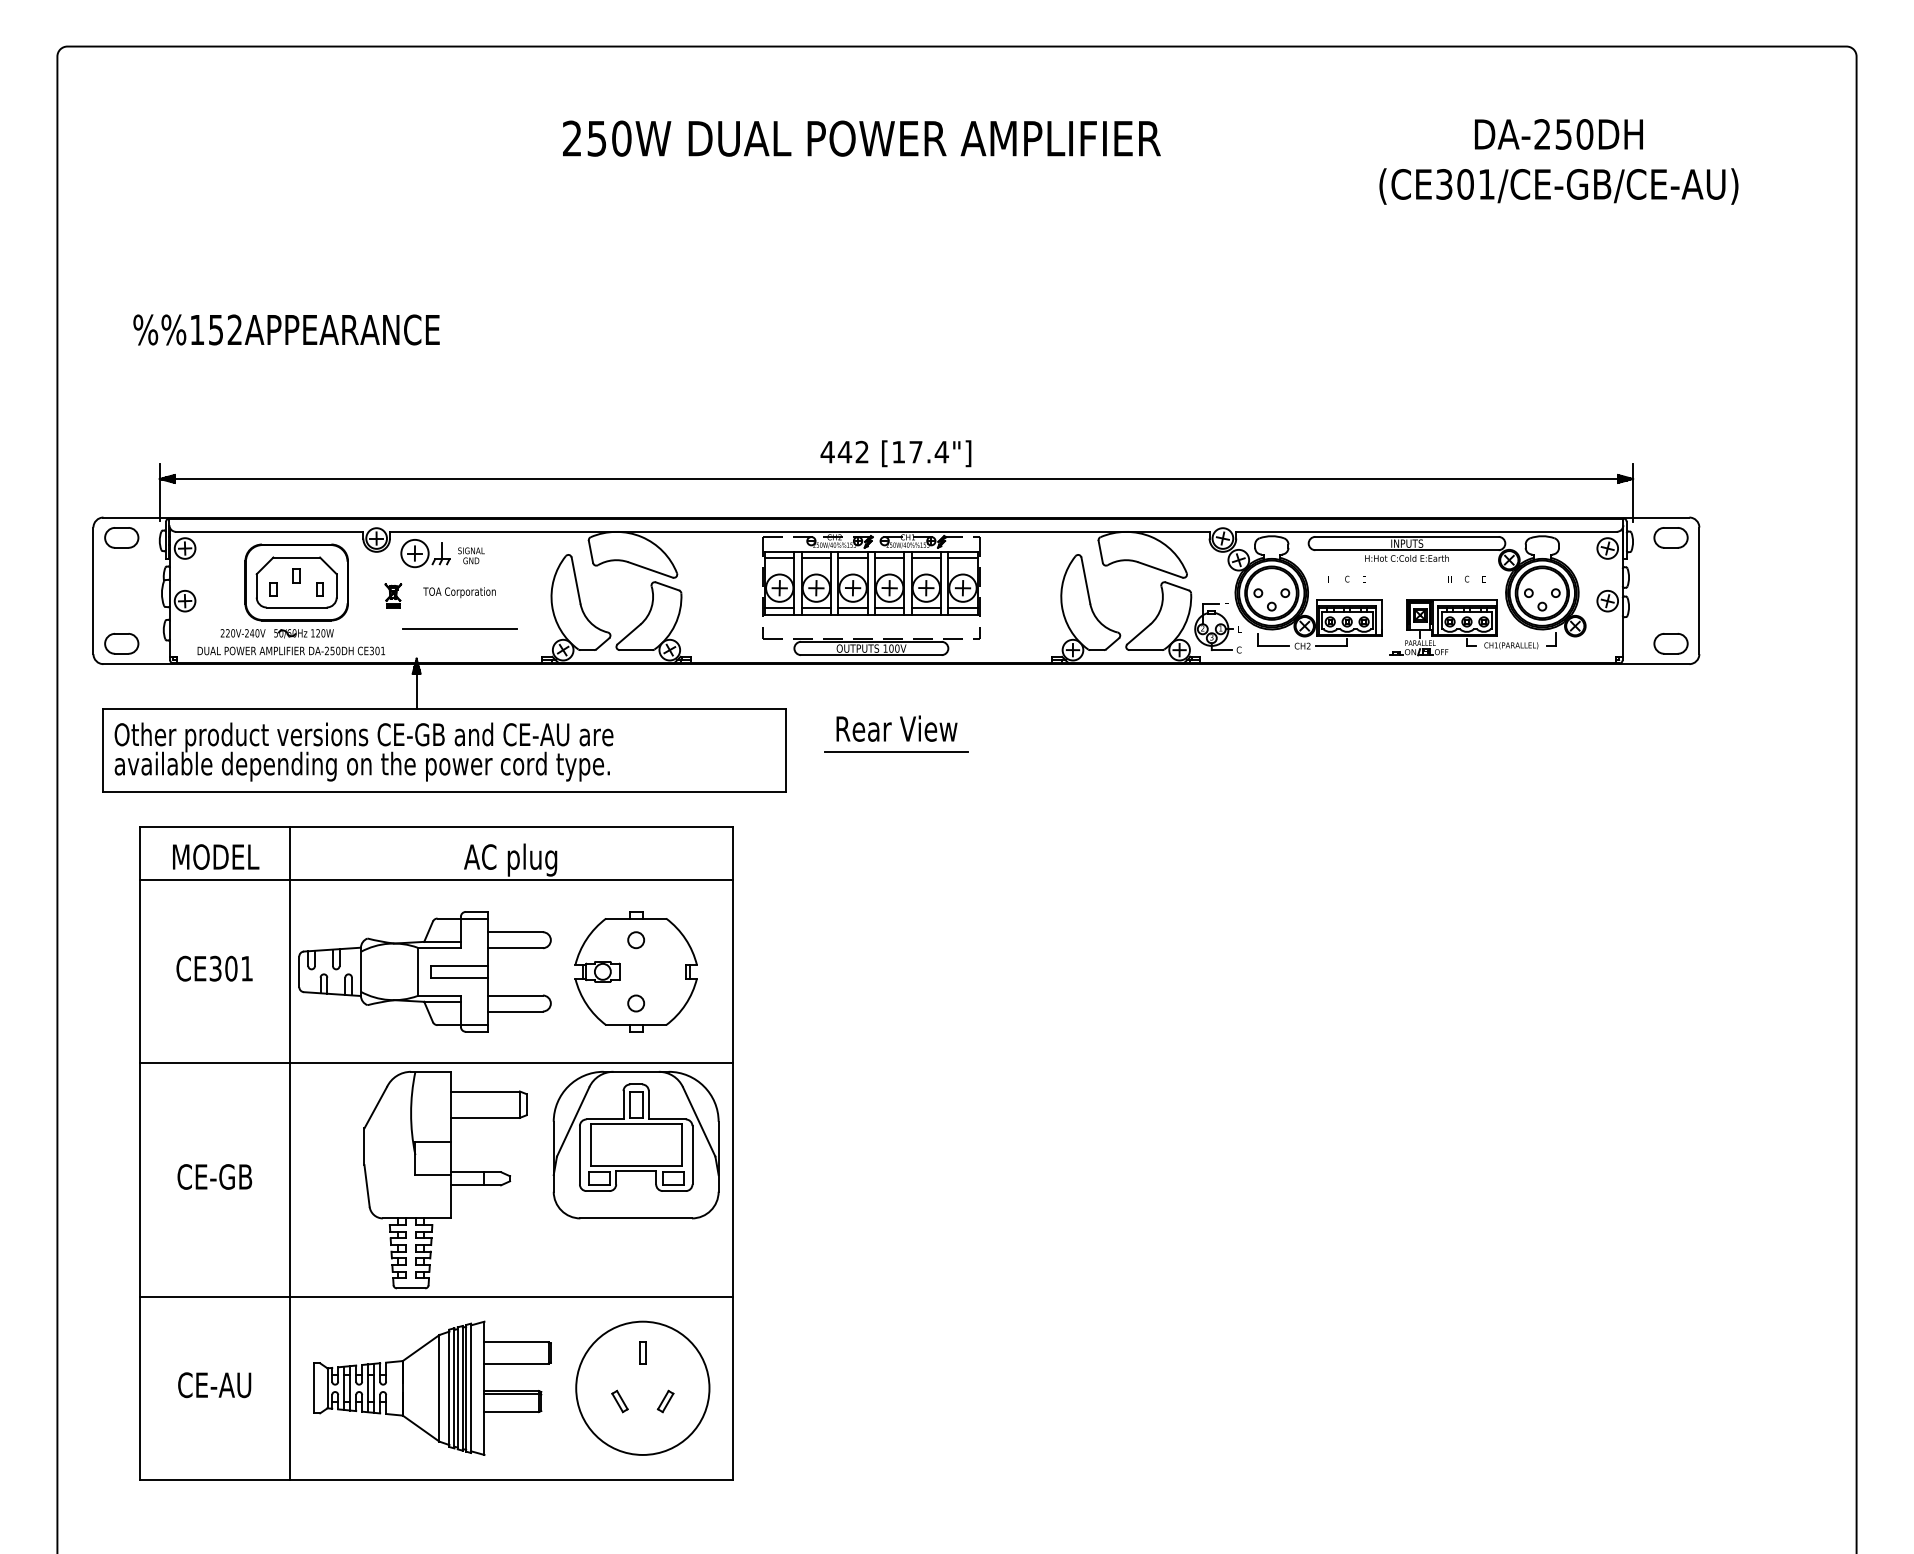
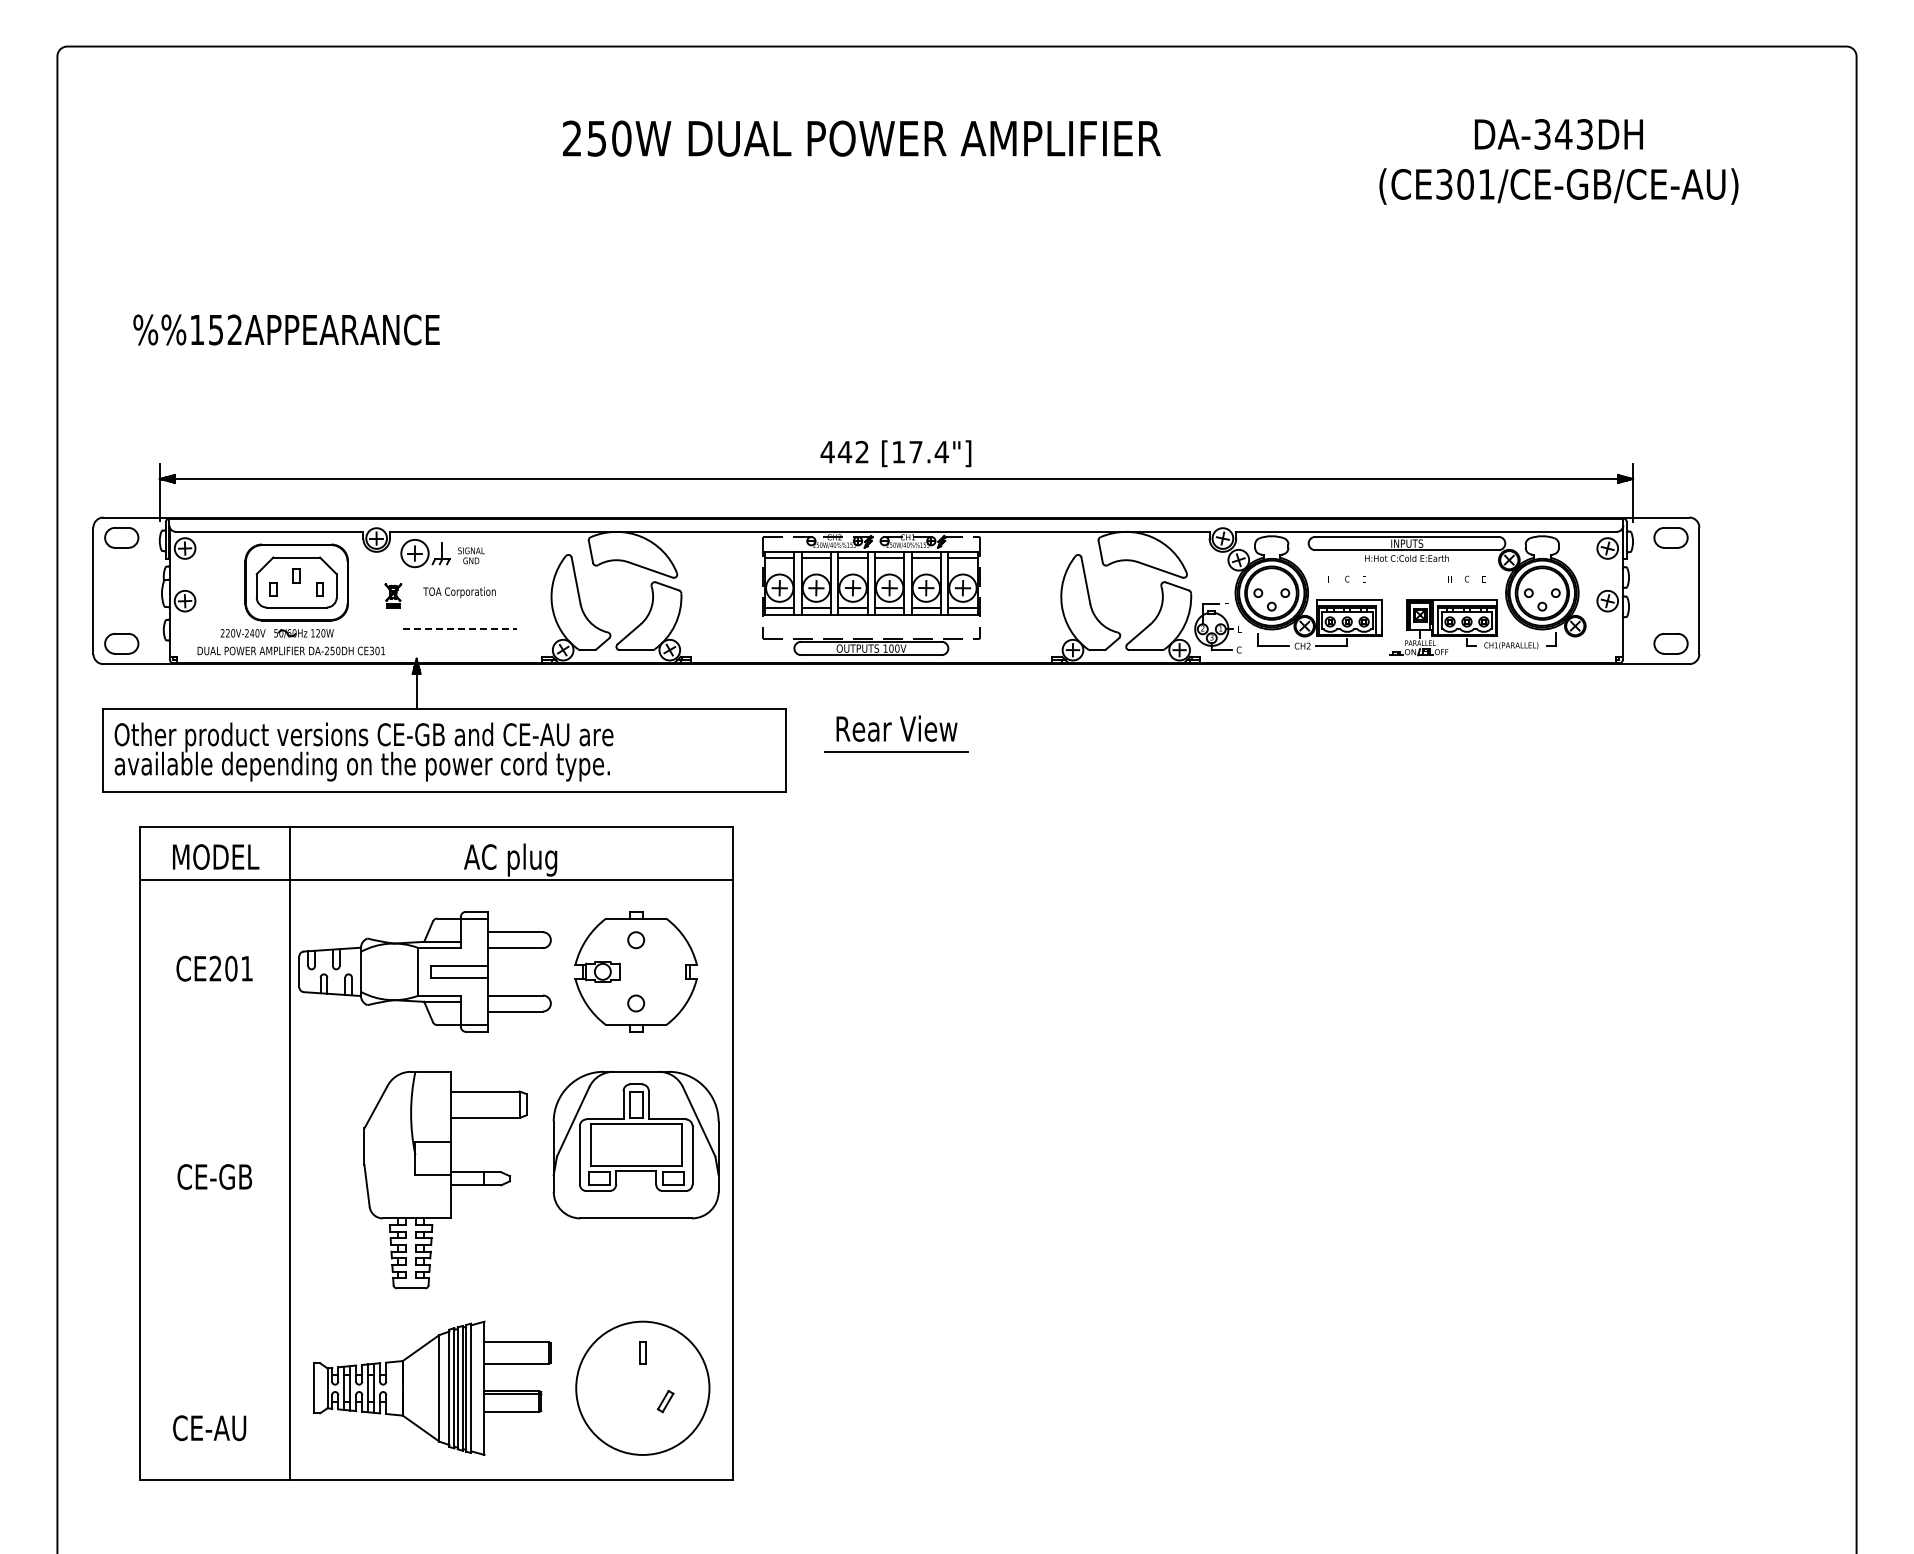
text at (1563, 134): DA-250DH -> DA-343DH
line at (459, 629): solid -> dashed
text at (215, 968): CE301 -> CE201
line at (436, 1063): present -> none
line at (436, 1296): present -> none
text at (214, 1385) position: (214, 1385) -> (209, 1428)
part at (619, 1401): present -> none
